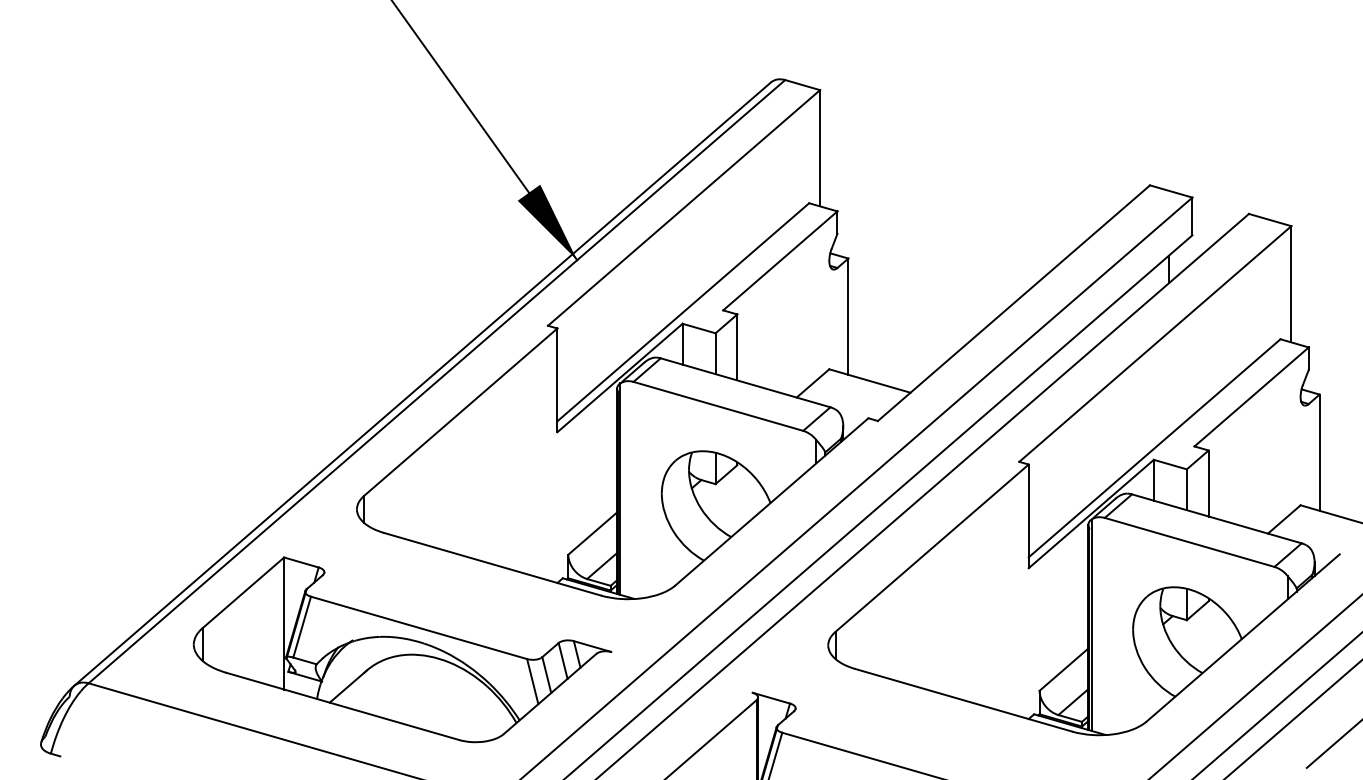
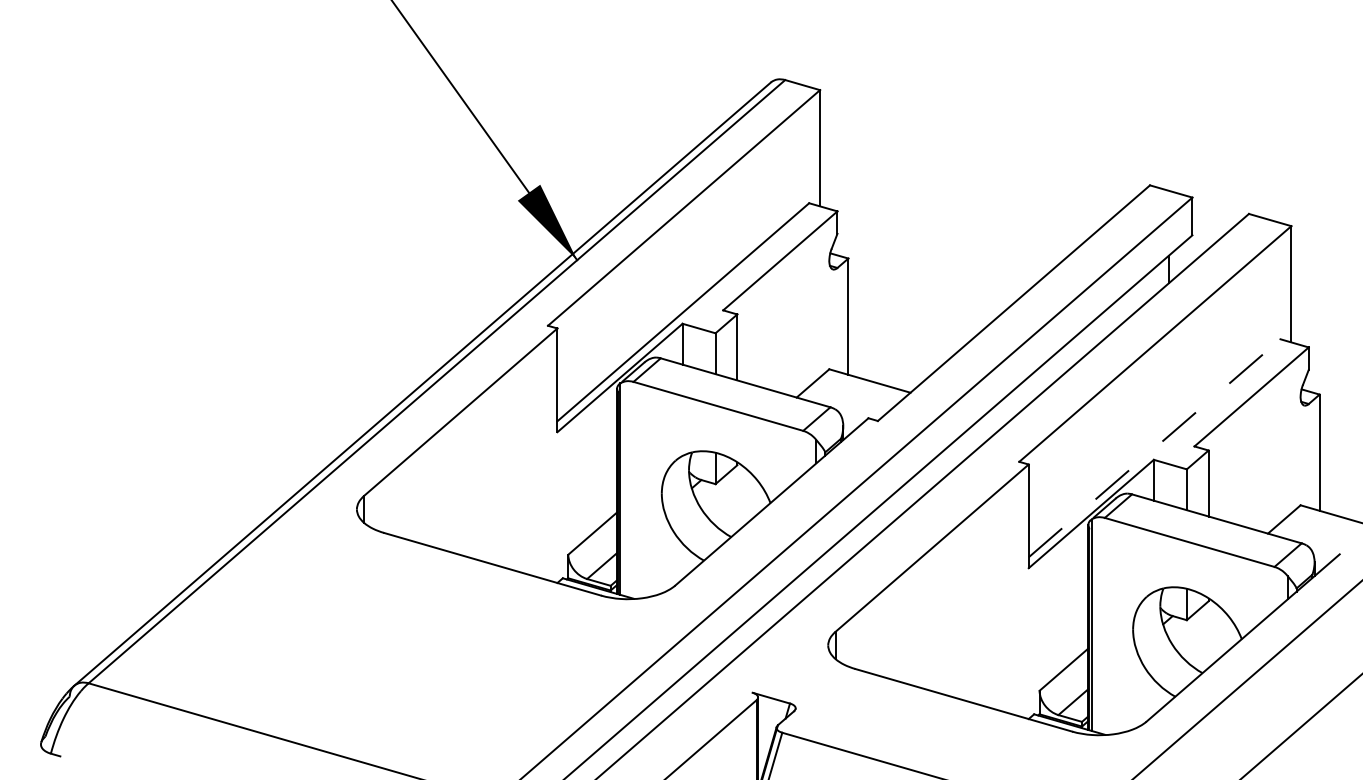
line at (1154, 448): solid -> dashed
part at (402, 649): present -> none
line at (1255, 686) position: (1255, 686) -> (1247, 679)
line at (1277, 705): present -> none
line at (1293, 719) position: (1293, 719) -> (1301, 726)
line at (1332, 744): present -> none
